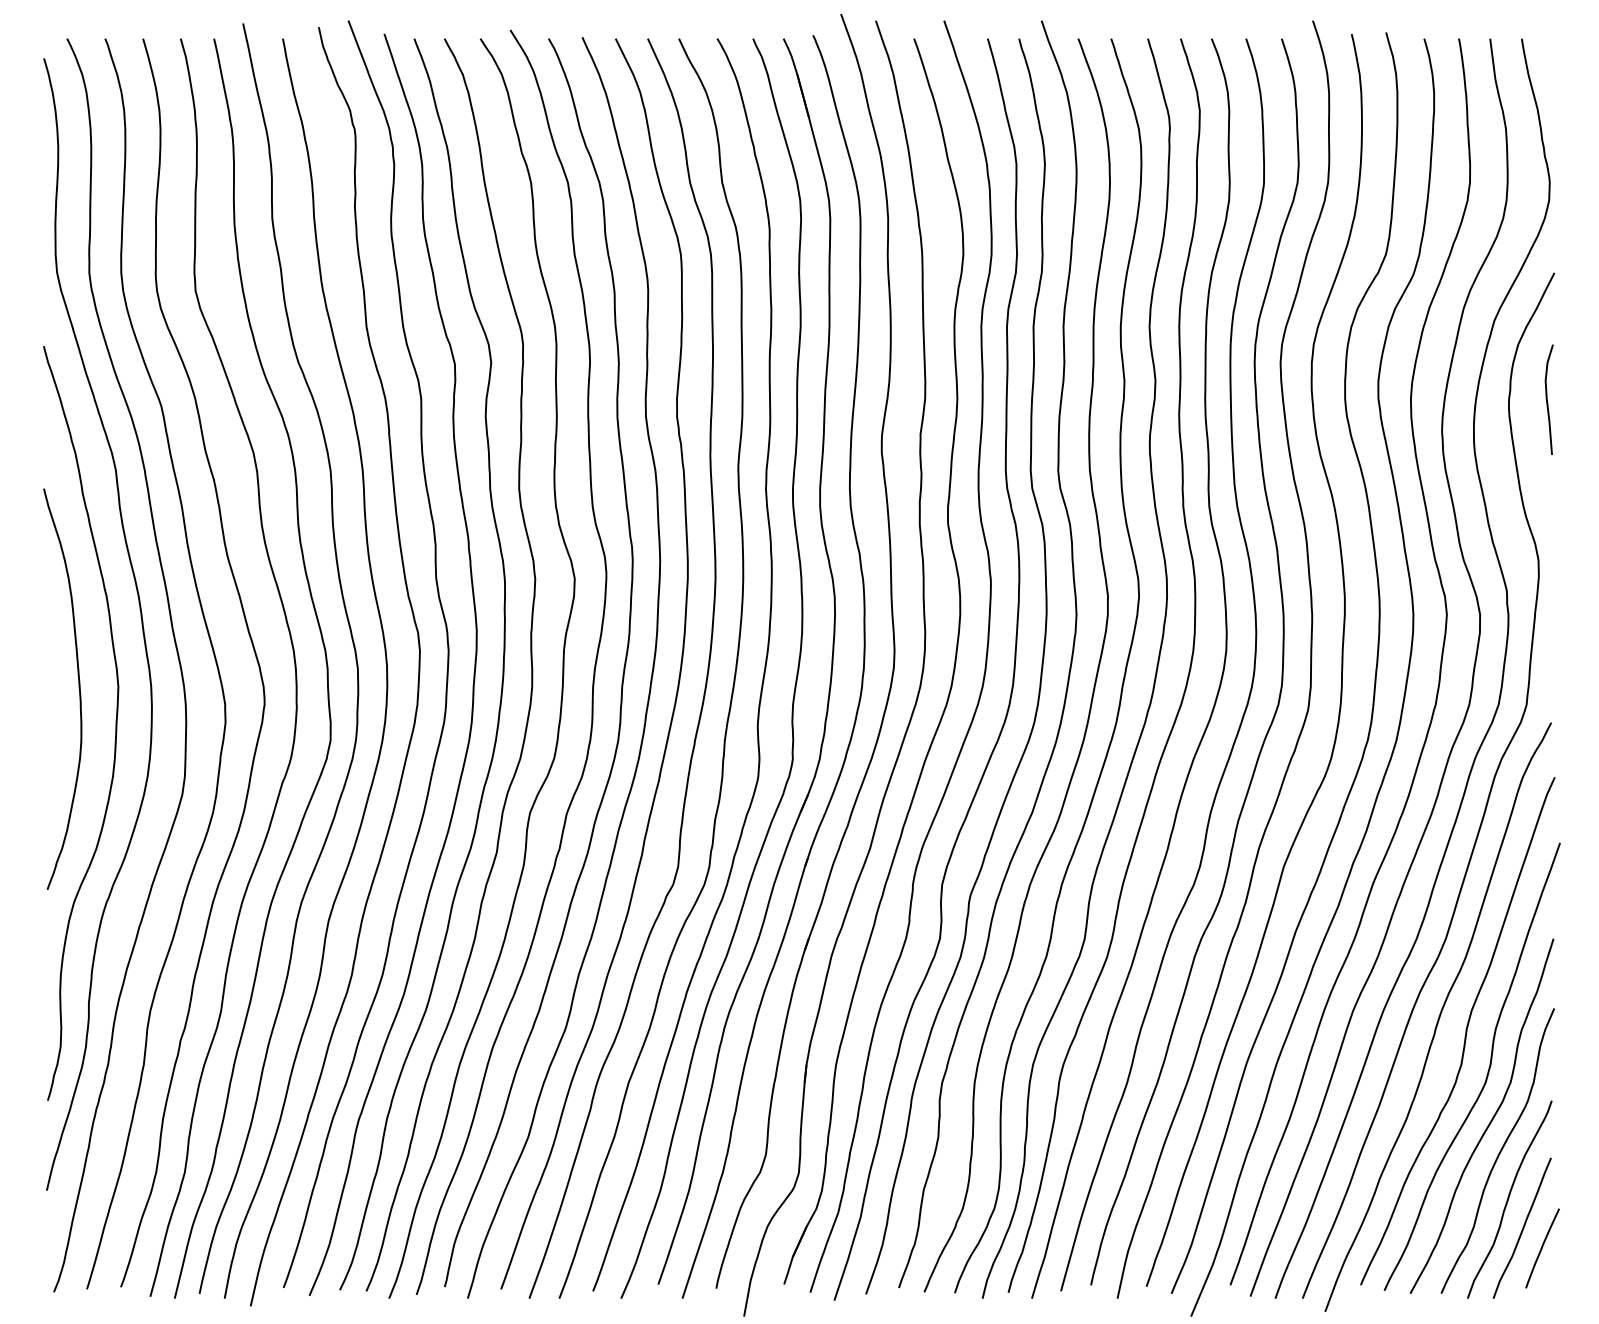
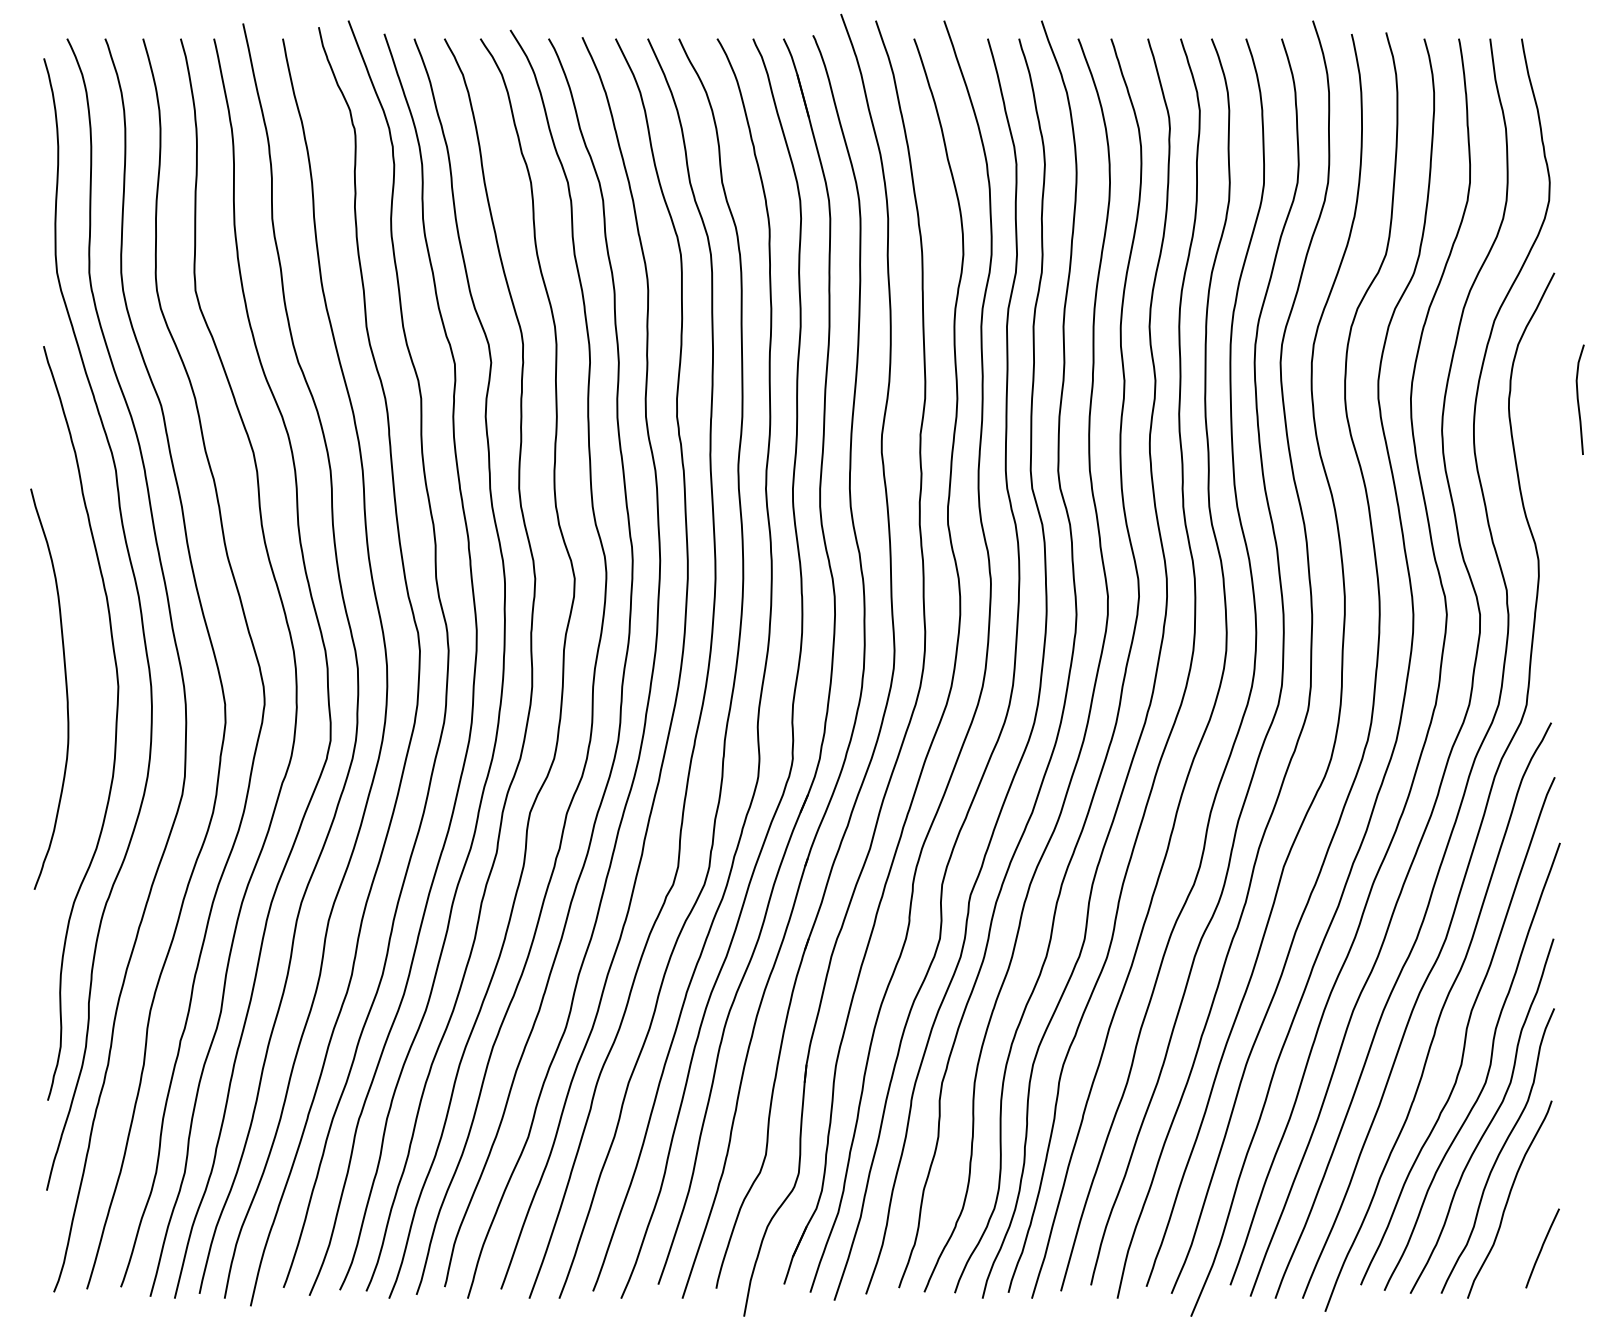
curve at (1547, 399) position: (1547, 399) -> (1578, 399)
curve at (78, 688) position: (78, 688) -> (65, 688)
curve at (1522, 1227): present -> none
